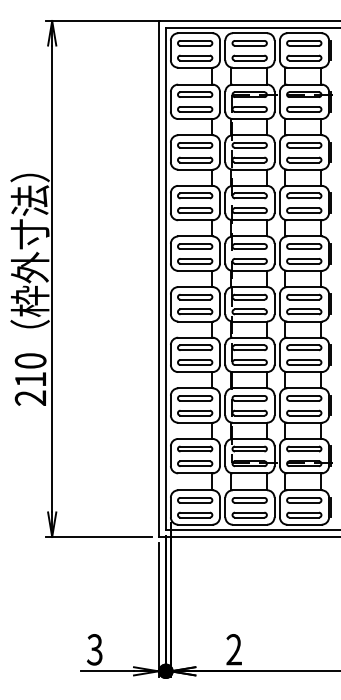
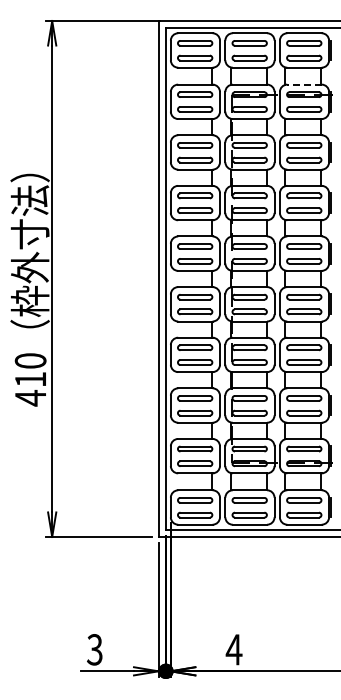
line at (304, 84): solid -> dashed
text at (29, 397): 210 -> 410
text at (233, 649): 2 -> 4
